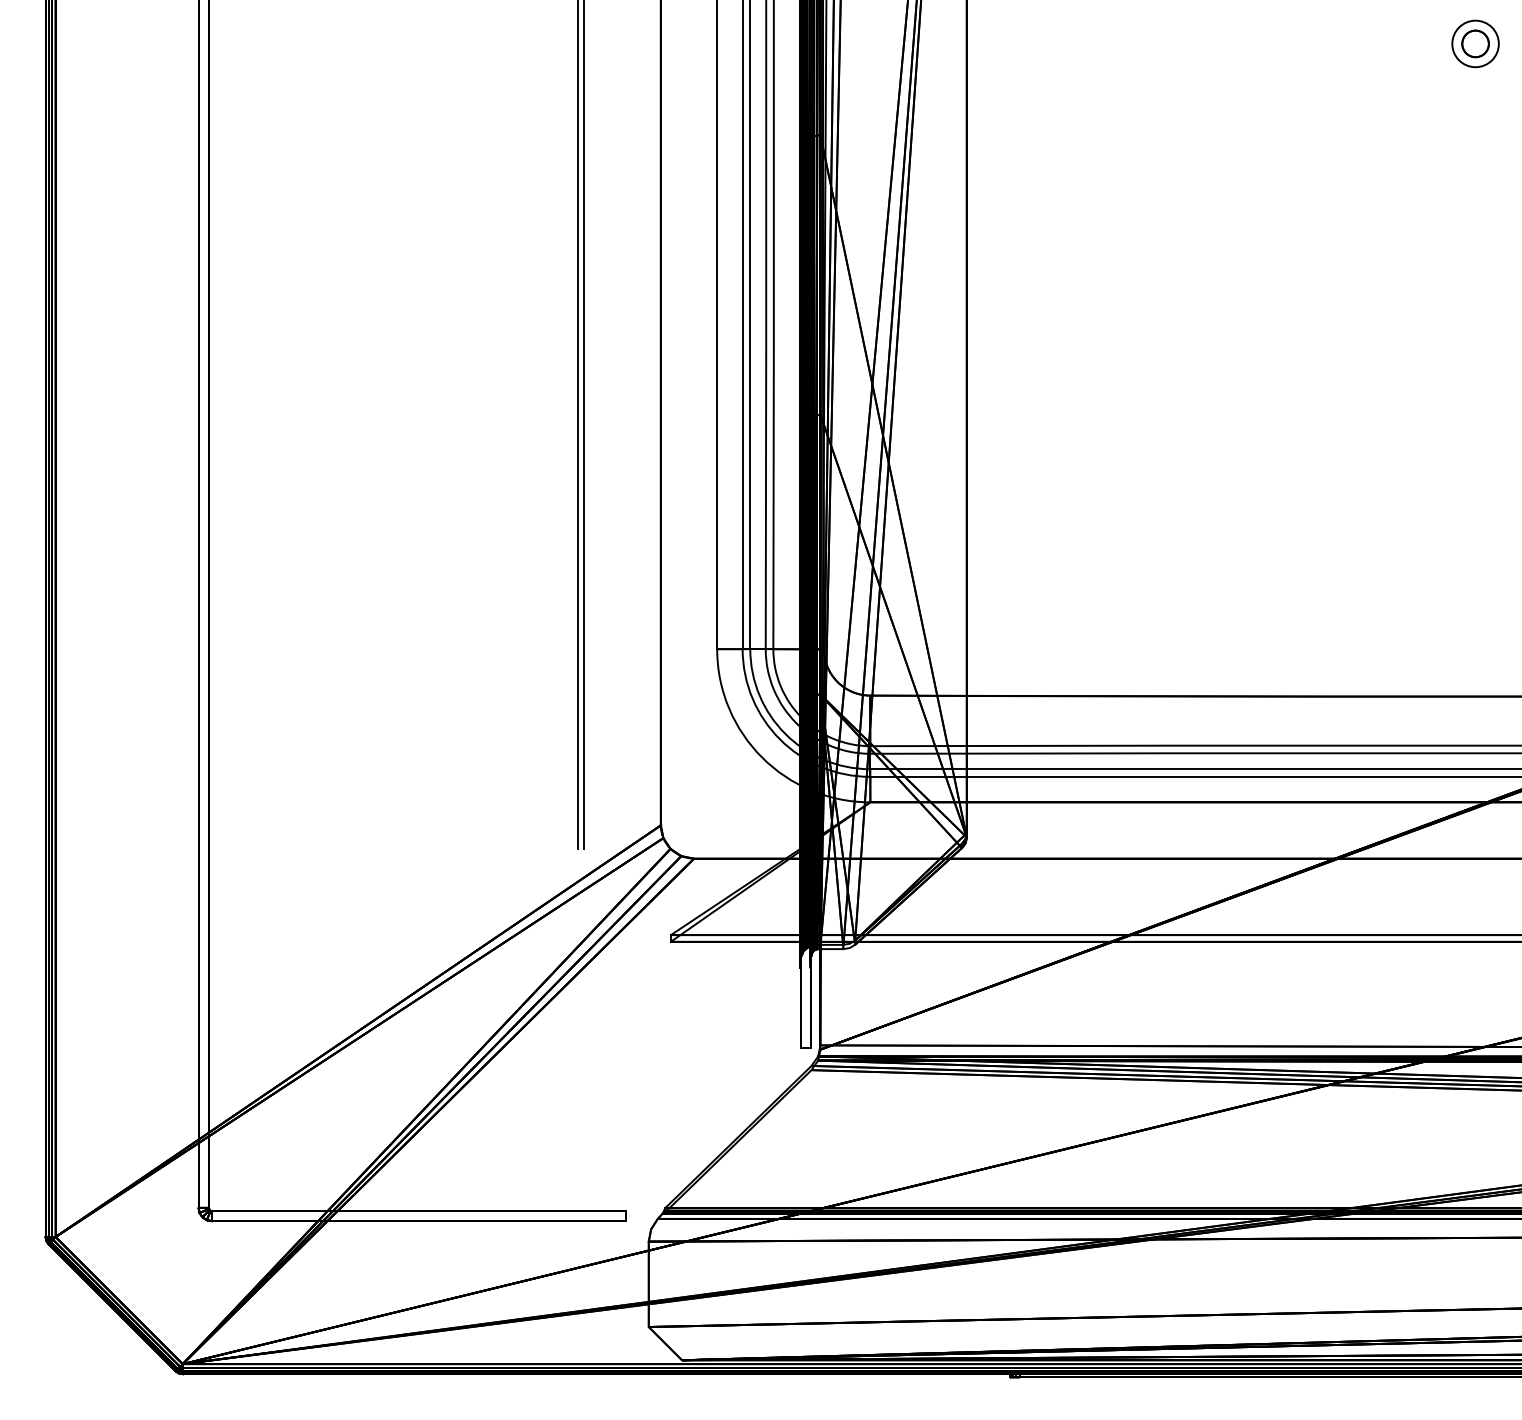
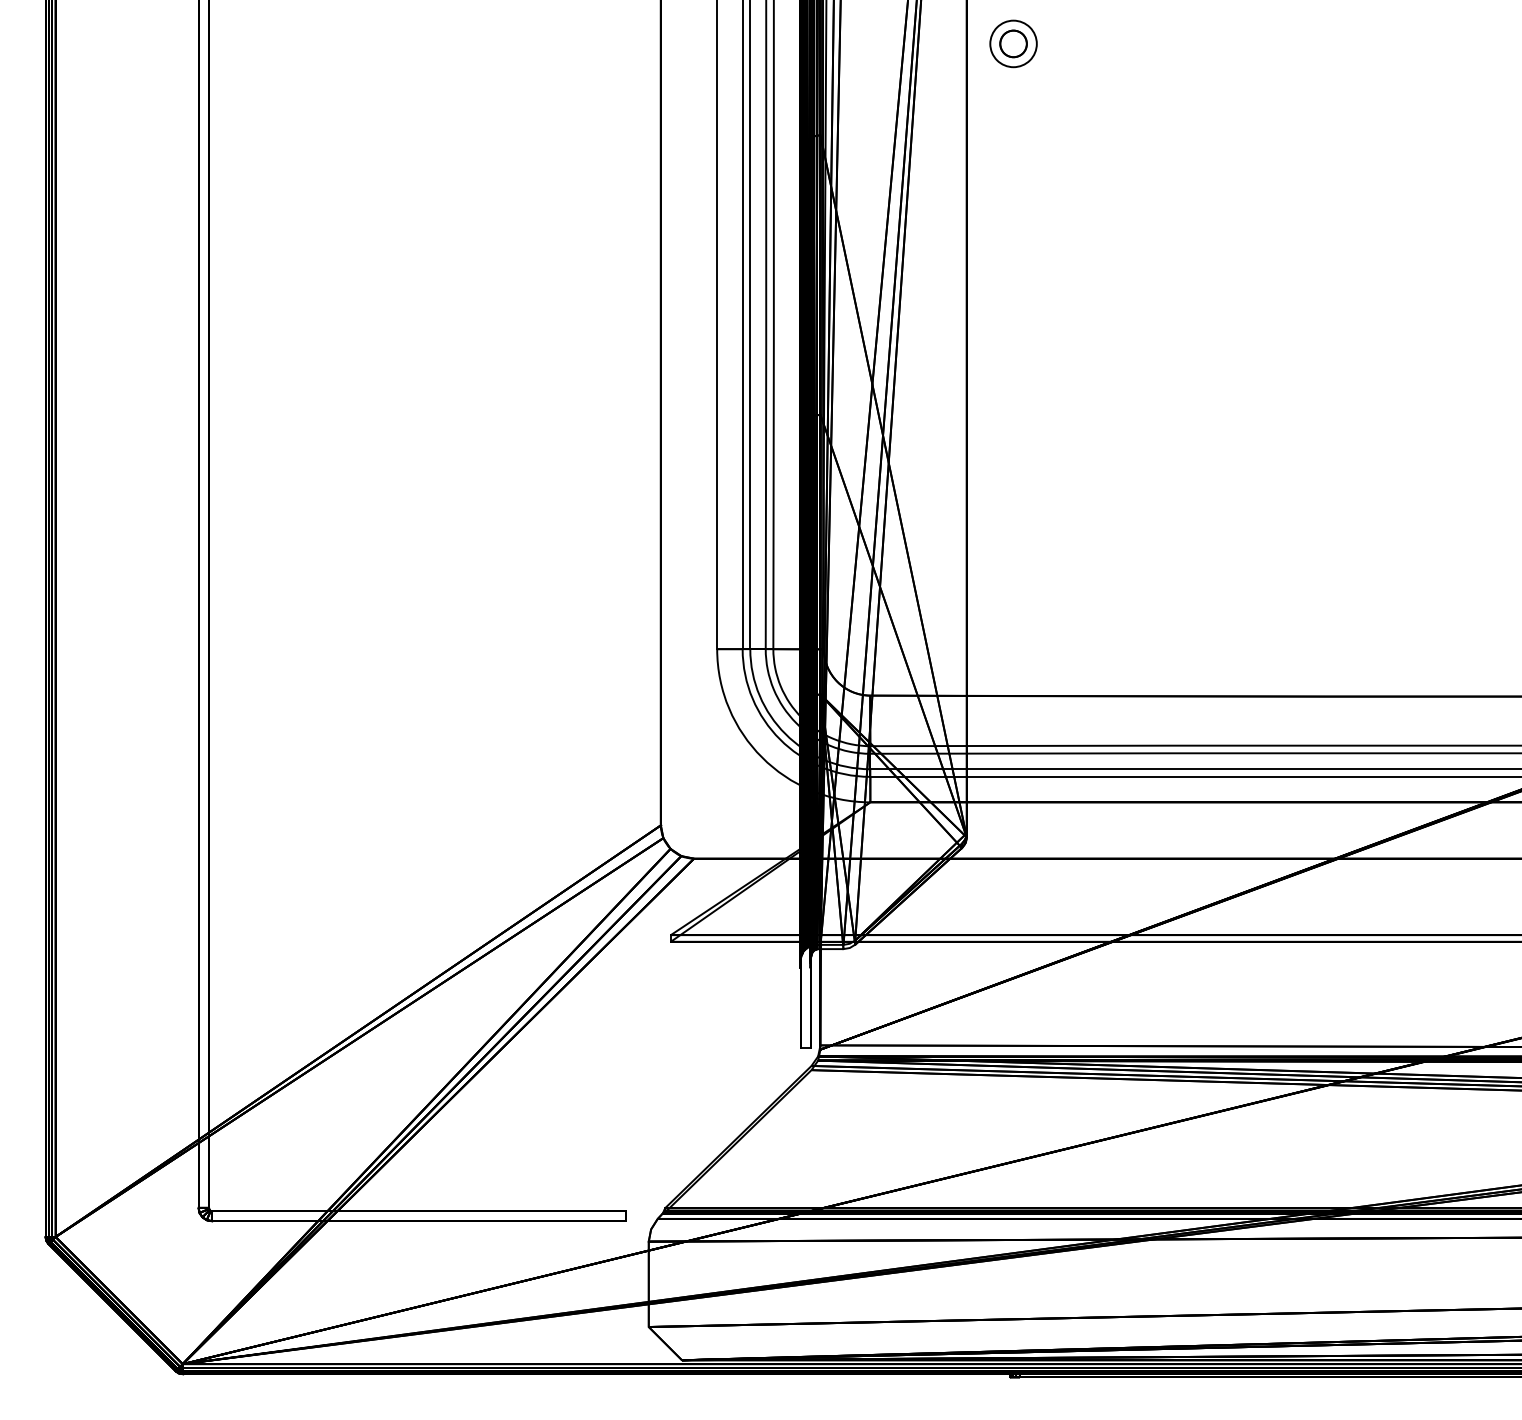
part at (1475, 43) position: (1475, 43) -> (1013, 43)
line at (577, 425): present -> none
line at (584, 425): present -> none
